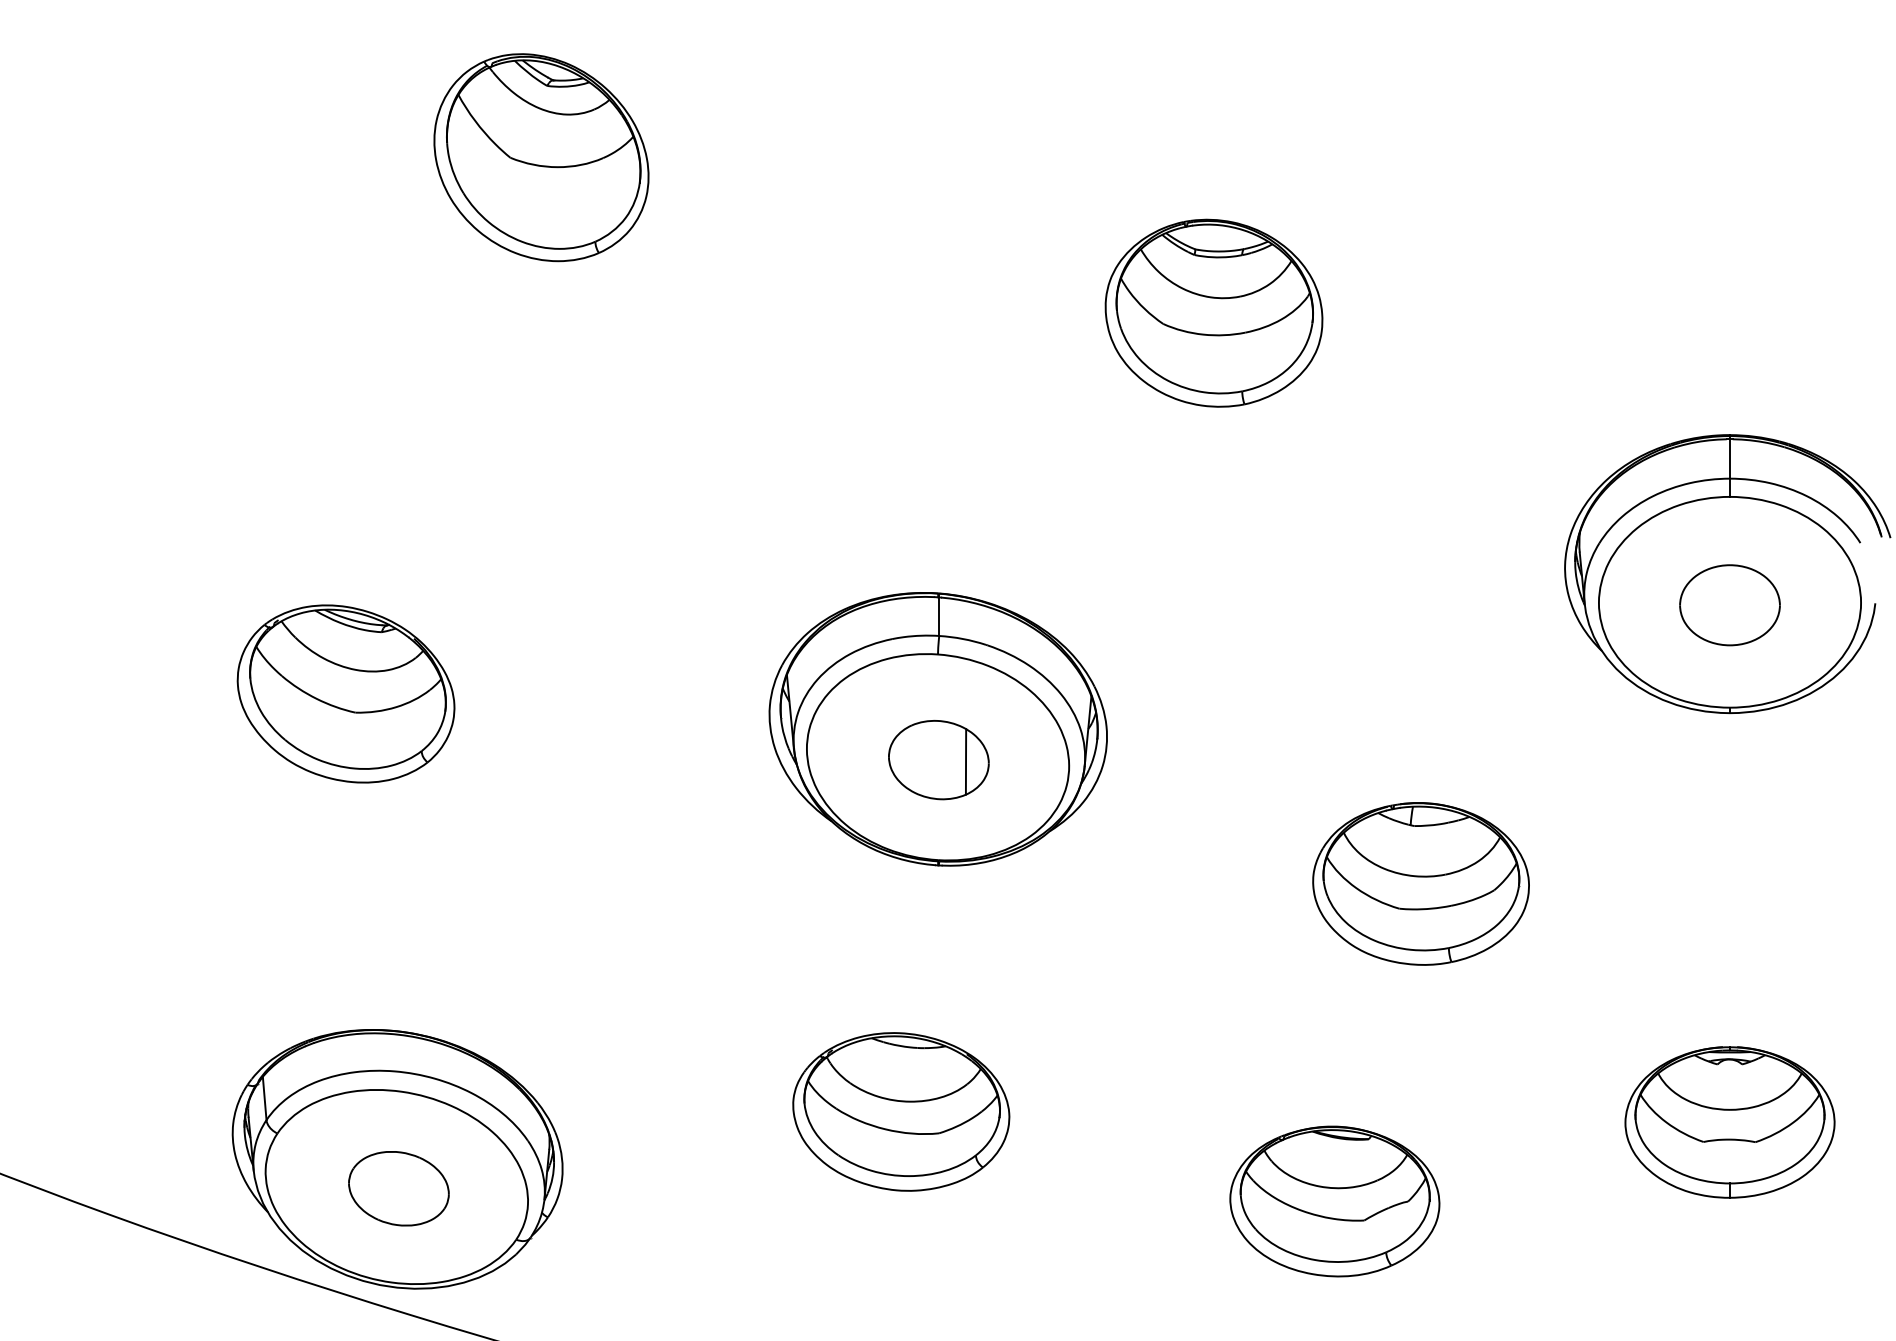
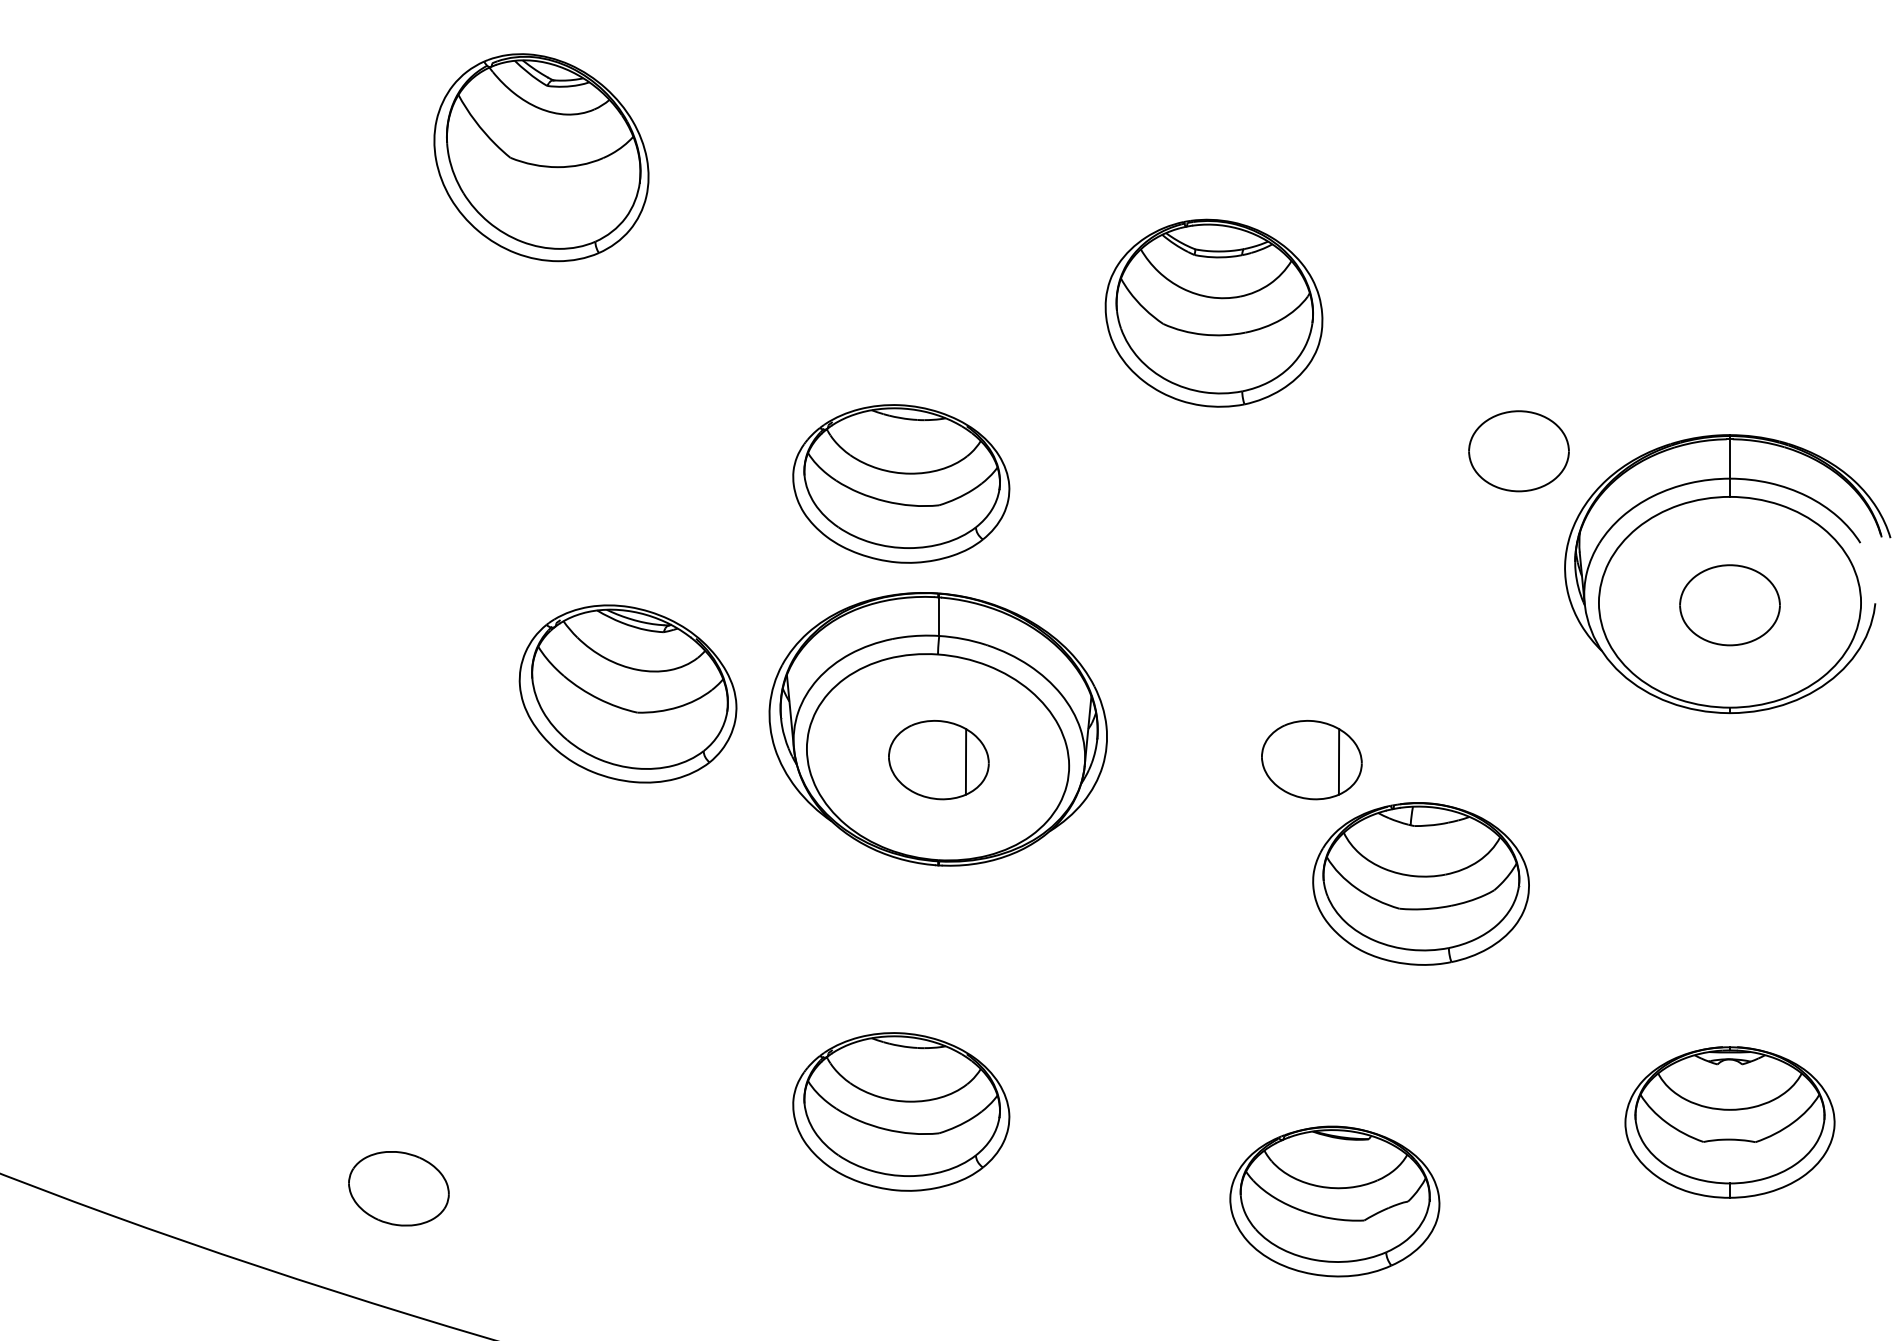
part at (1518, 451): none -> present
part at (901, 483): none -> present
part at (345, 693) position: (345, 693) -> (627, 693)
part at (1311, 760): none -> present
part at (397, 1159): present -> none
